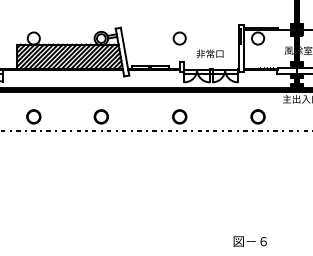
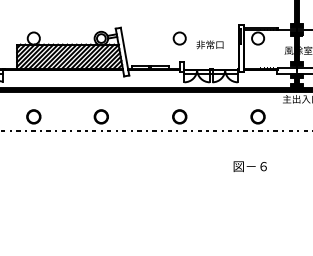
text at (209, 53) position: (209, 53) -> (209, 44)
text at (249, 241) position: (249, 241) -> (249, 166)
